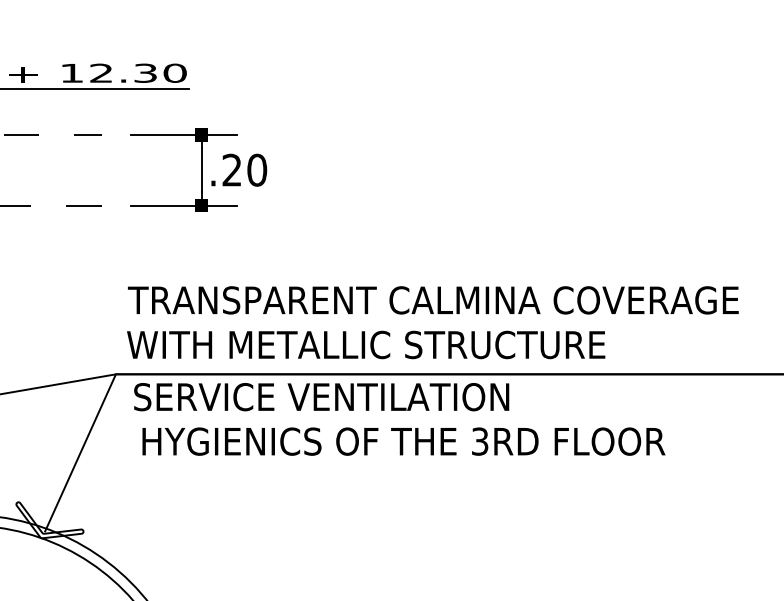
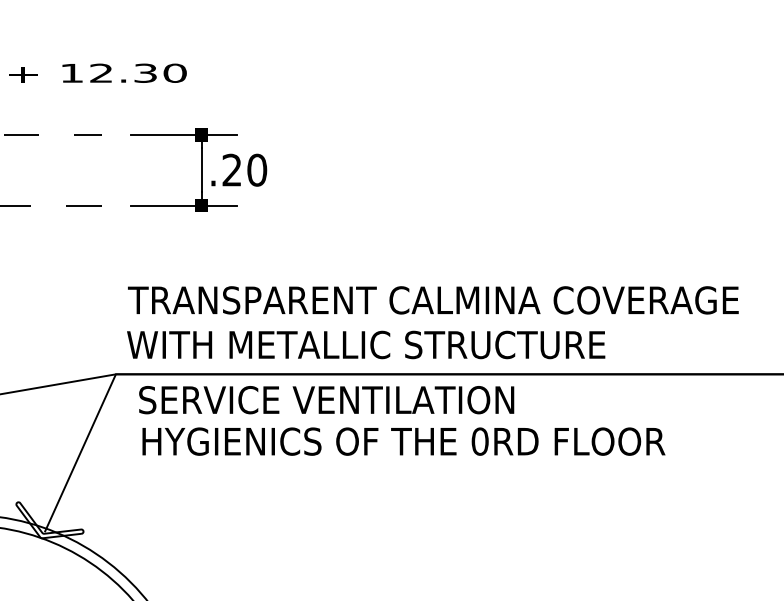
line at (95, 89): present -> none
text at (321, 397) position: (321, 397) -> (326, 400)
text at (479, 441): 3RD -> 0RD
